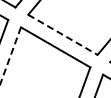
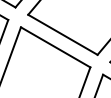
line at (63, 35): dashed -> solid
line at (10, 56): dashed -> solid
